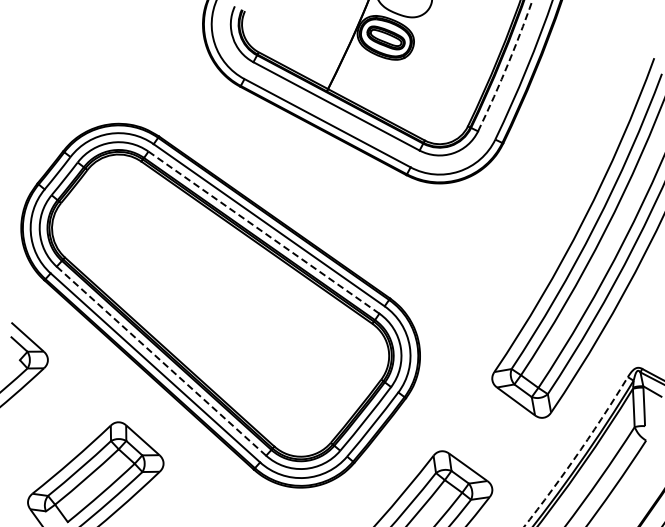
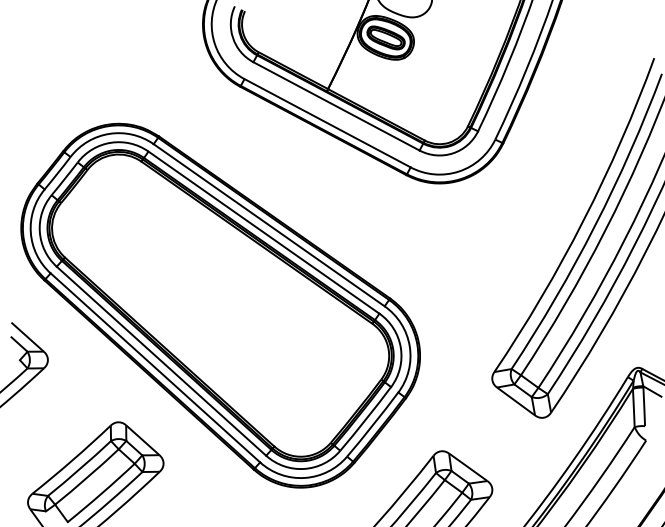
arc at (507, 66): dashed -> solid
line at (264, 232): dashed -> solid
line at (161, 360): dashed -> solid
arc at (578, 453): dashed -> solid
